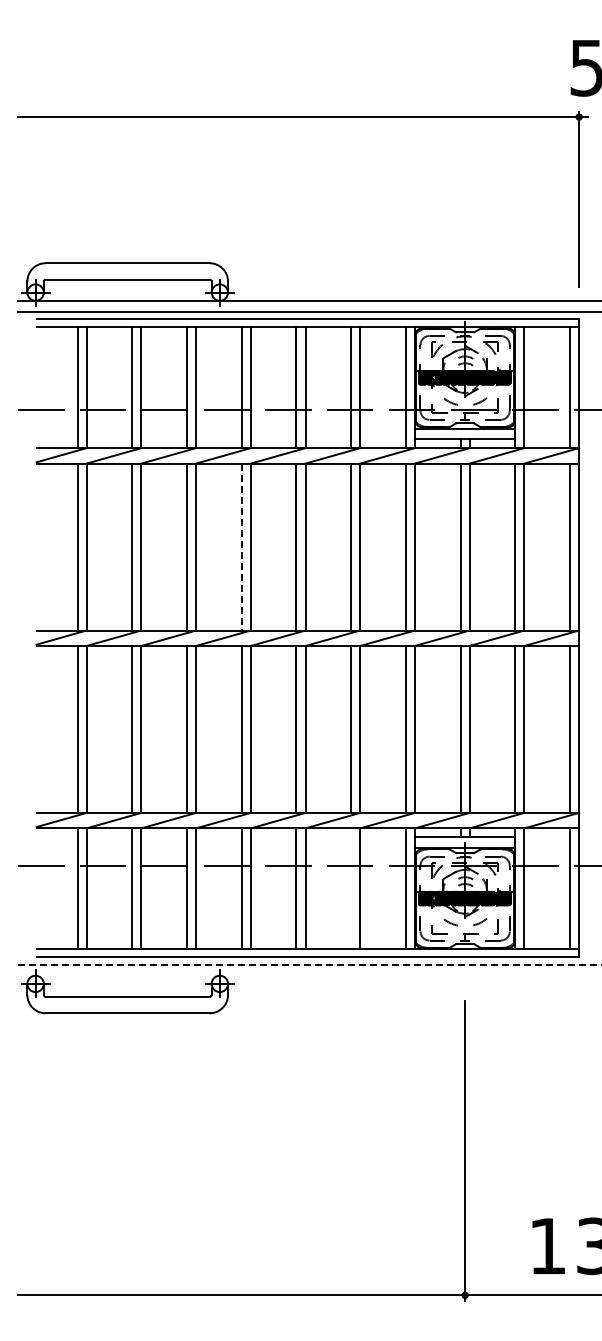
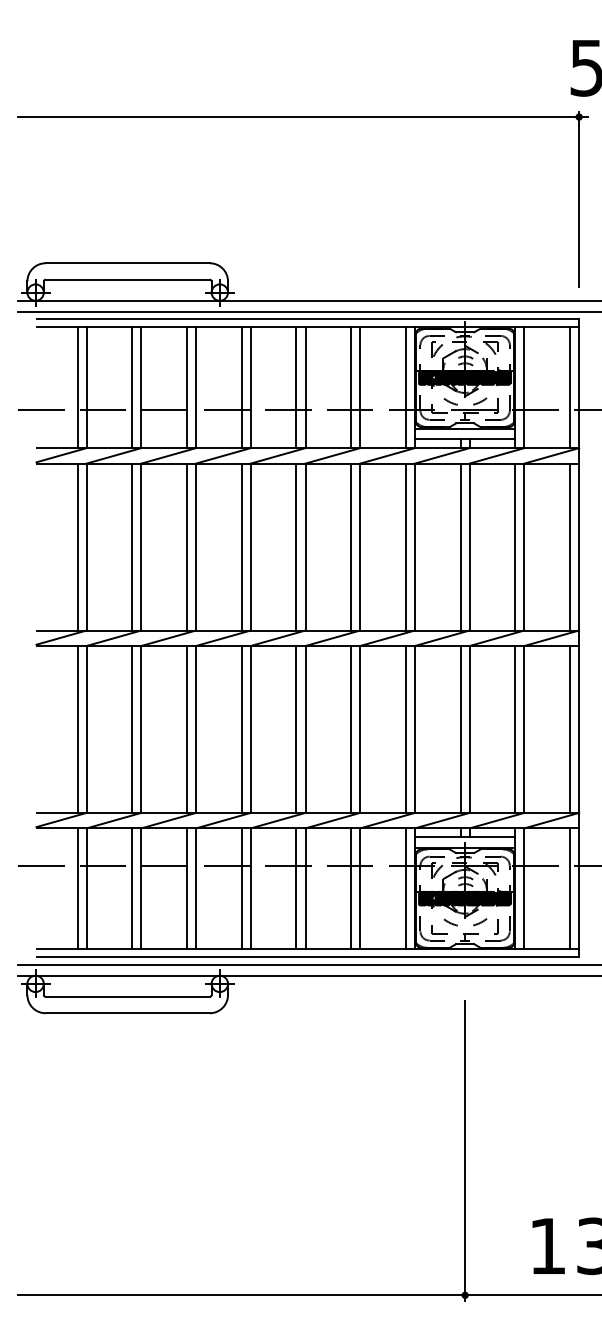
line at (241, 547): dashed -> solid
line at (351, 888): none -> present
line at (309, 964): dashed -> solid
line at (308, 975): none -> present
